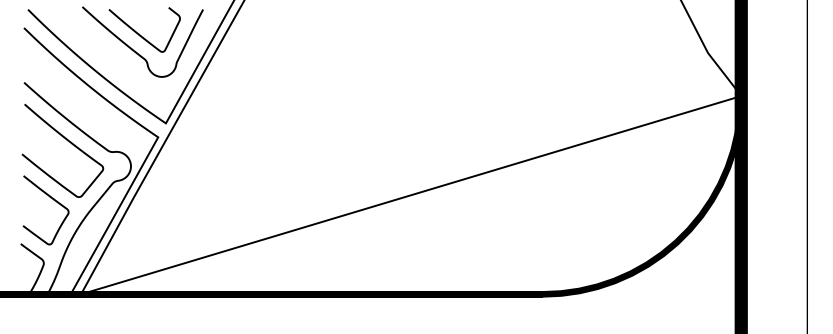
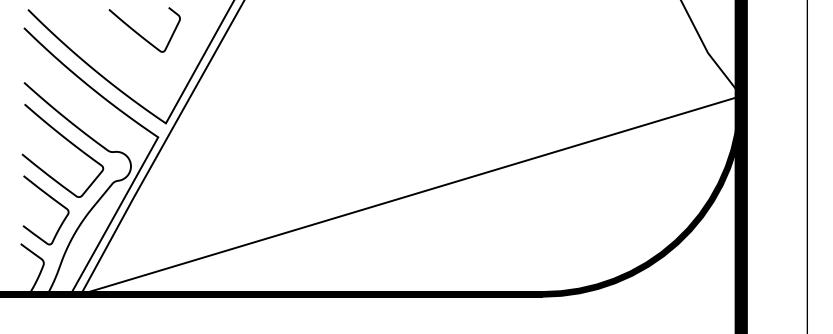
curve at (135, 50): present -> none
